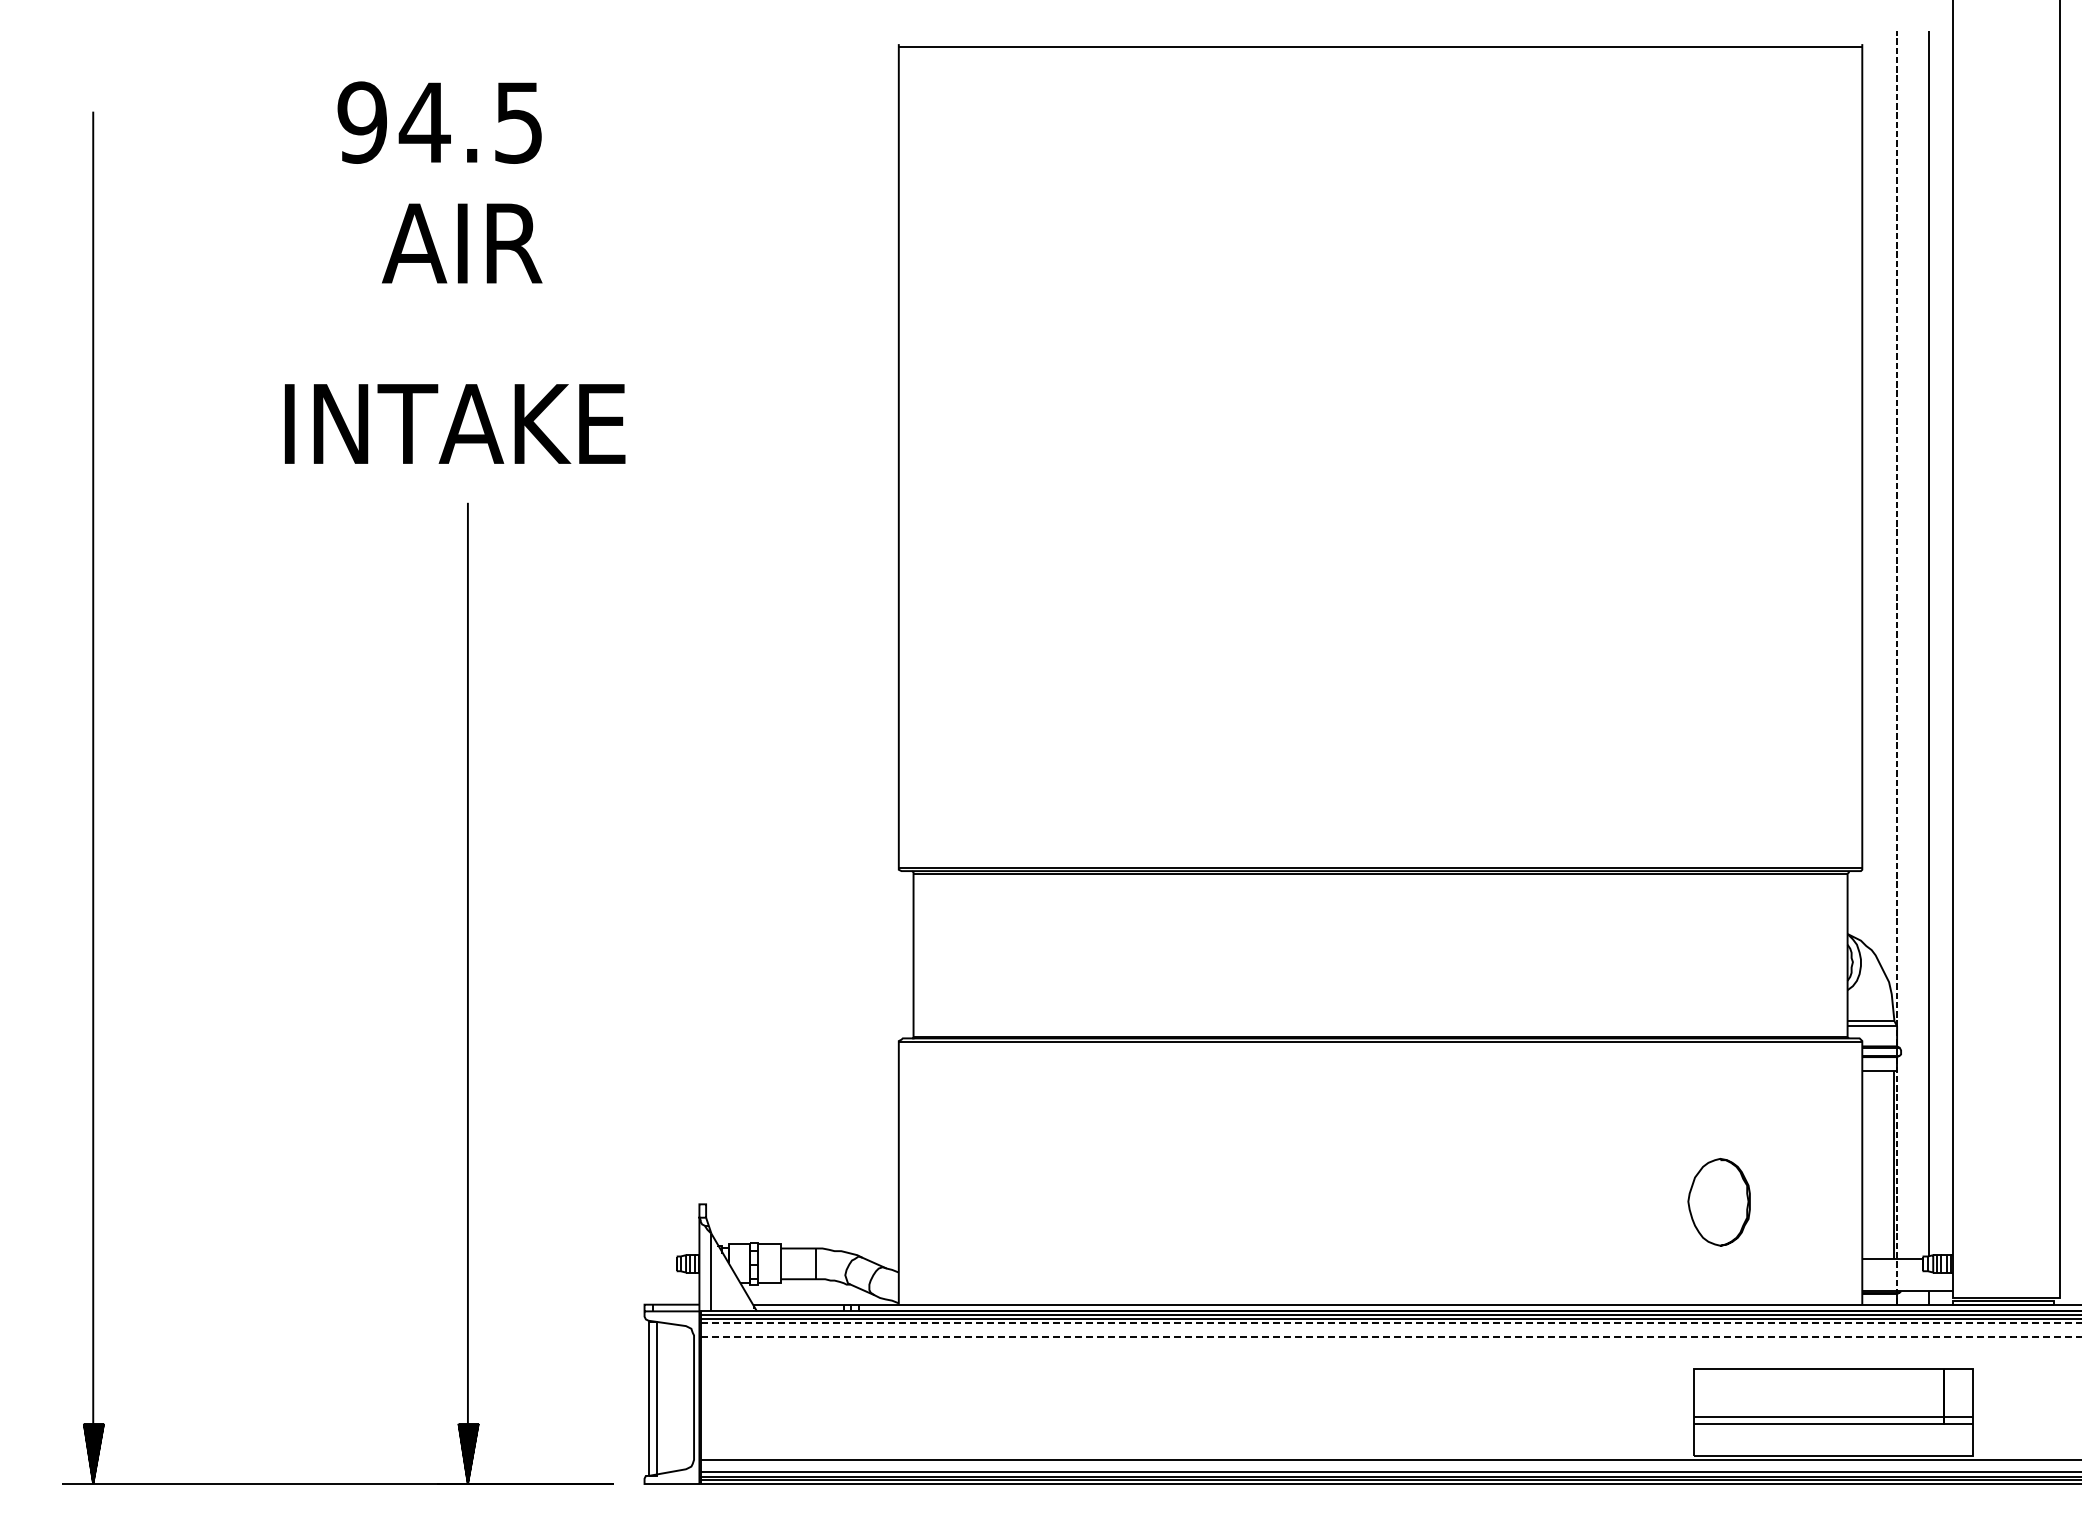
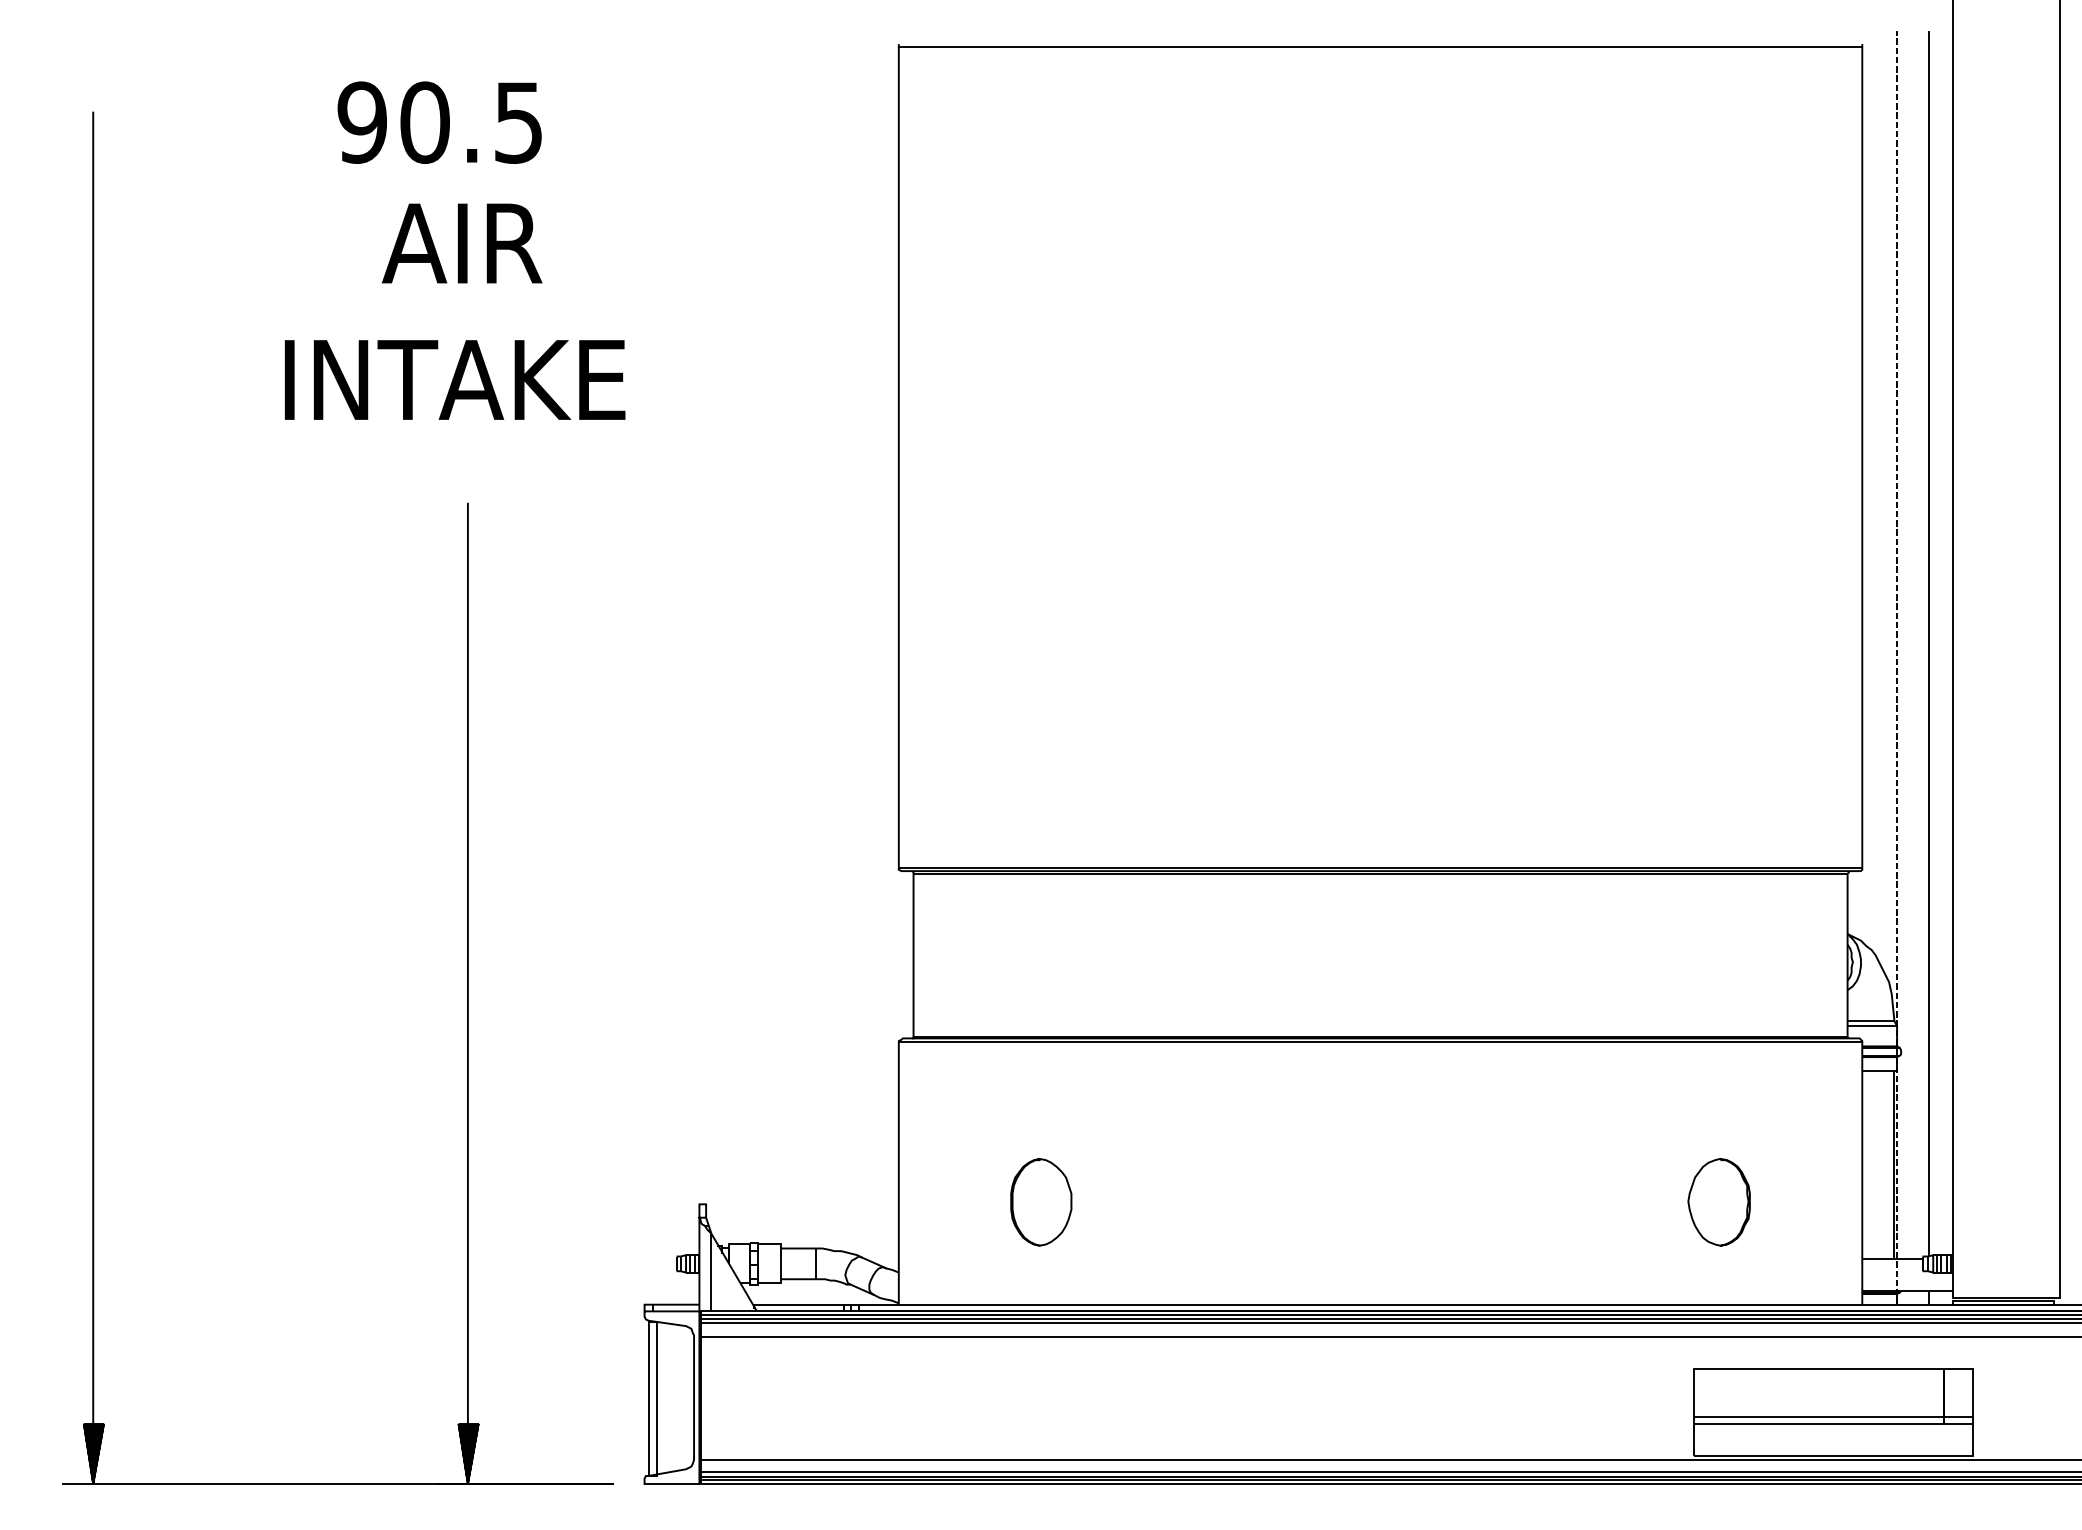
text at (424, 122): 94.5 -> 90.5
text at (455, 423) position: (455, 423) -> (455, 379)
part at (1041, 1202): none -> present
line at (1391, 1323): dashed -> solid
line at (1391, 1336): dashed -> solid
